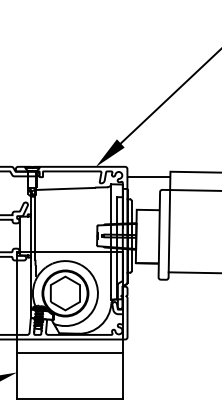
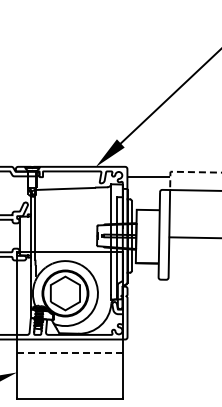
line at (185, 172): solid -> dashed
line at (193, 272) position: (193, 272) -> (193, 237)
line at (70, 353): solid -> dashed
